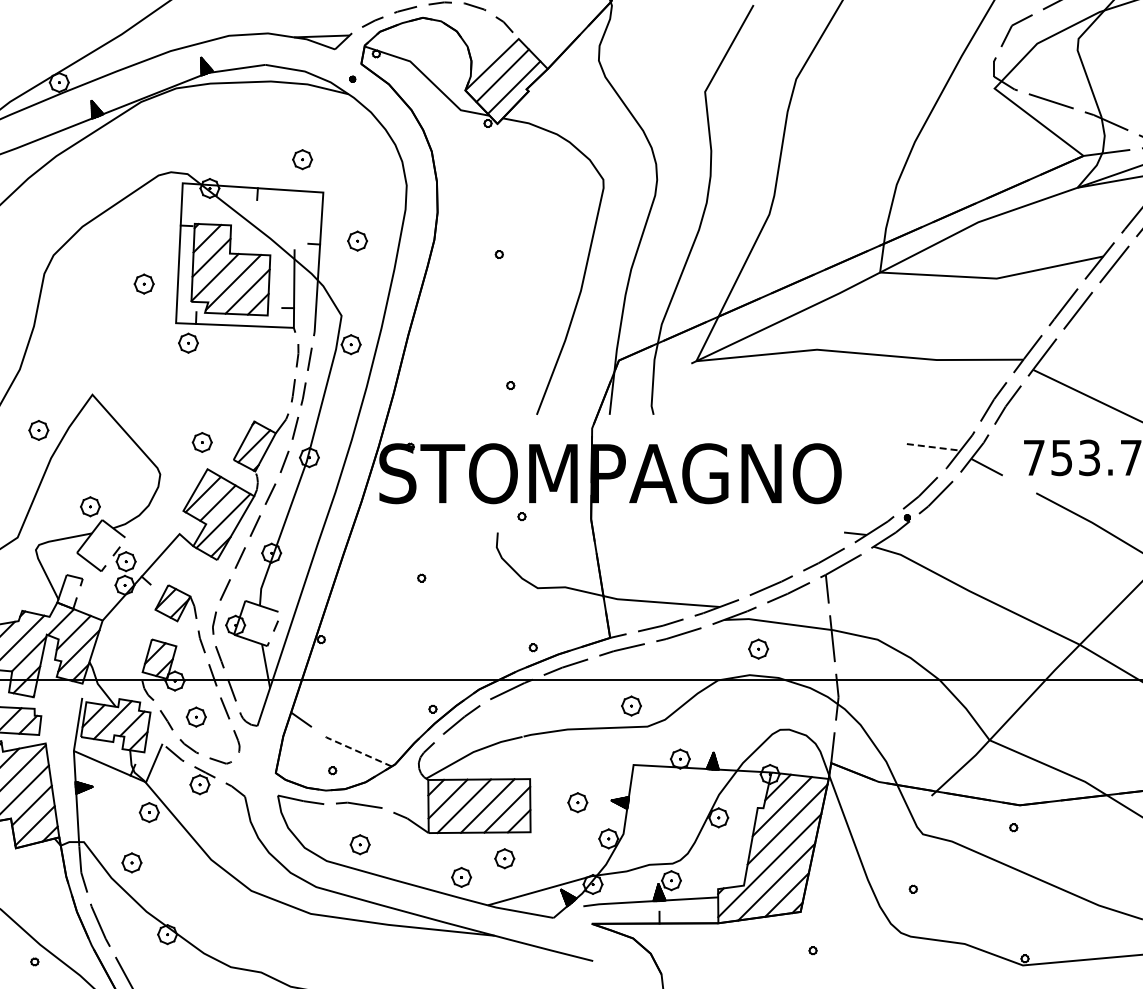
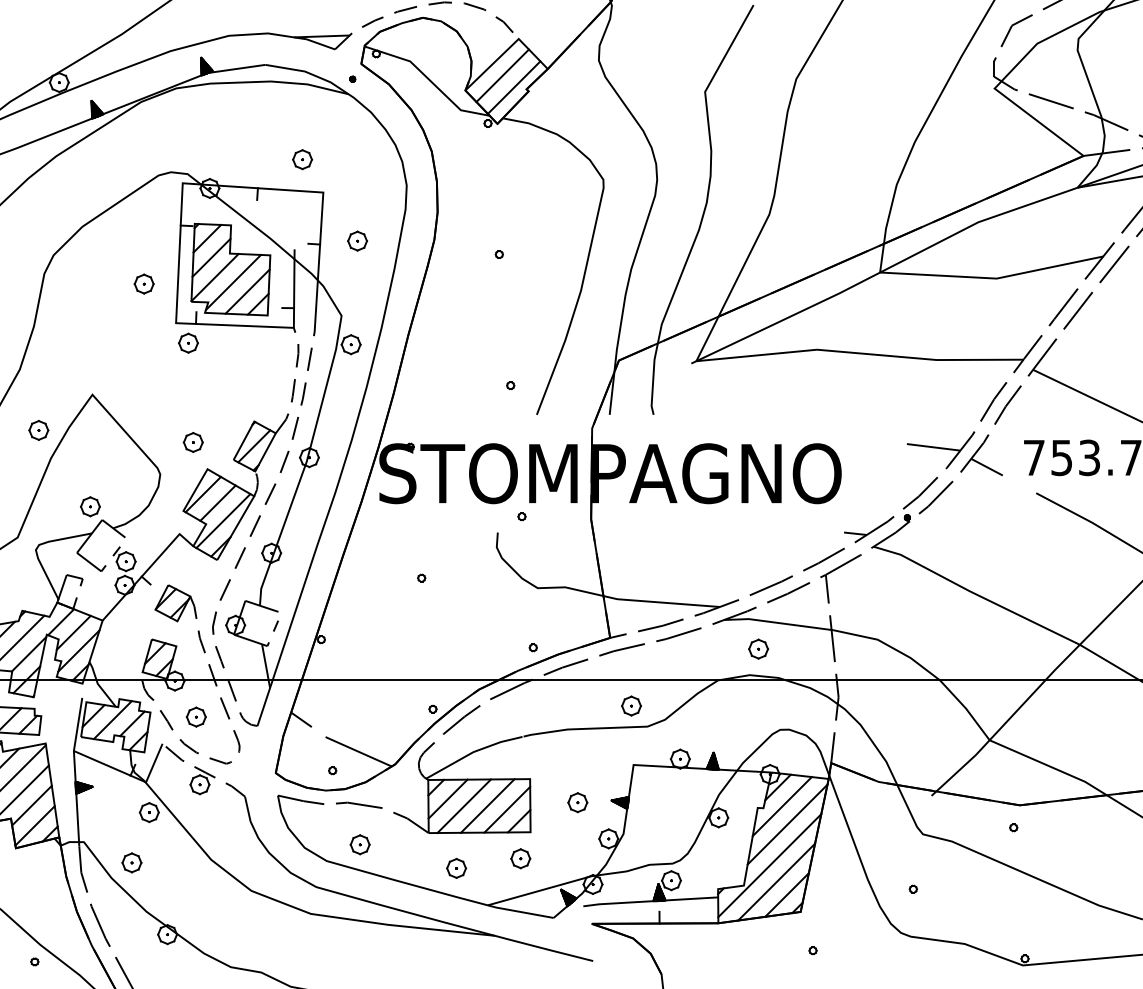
part at (201, 442) position: (201, 442) -> (192, 442)
line at (933, 447): dashed -> solid
line at (357, 751): dashed -> solid
part at (504, 858) position: (504, 858) -> (520, 858)
part at (461, 877) position: (461, 877) -> (456, 868)
